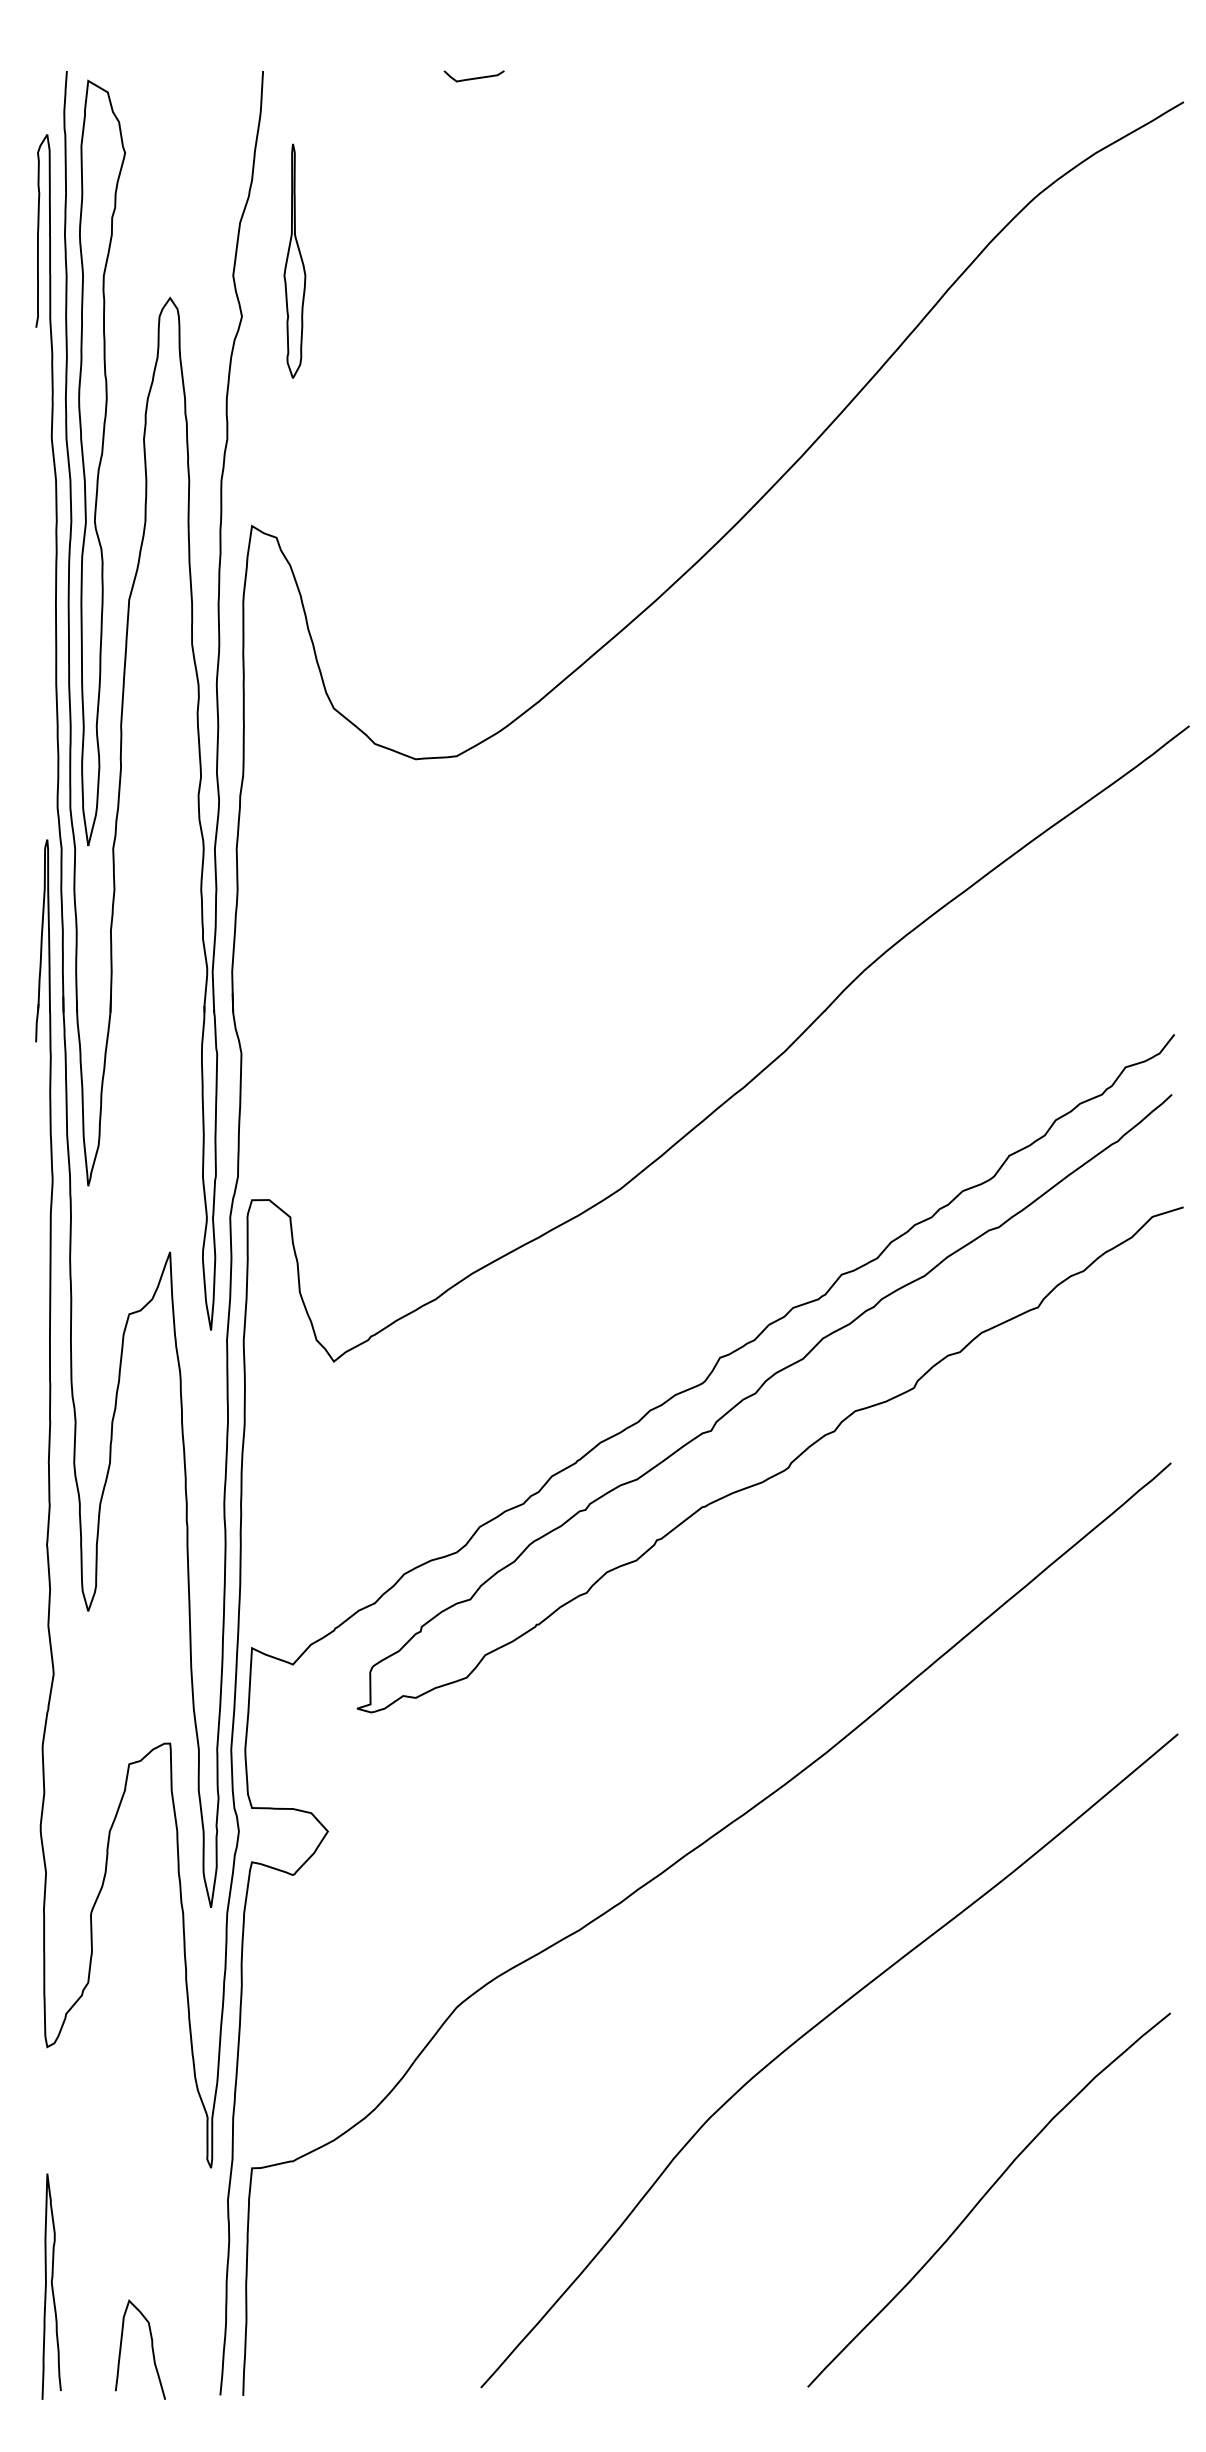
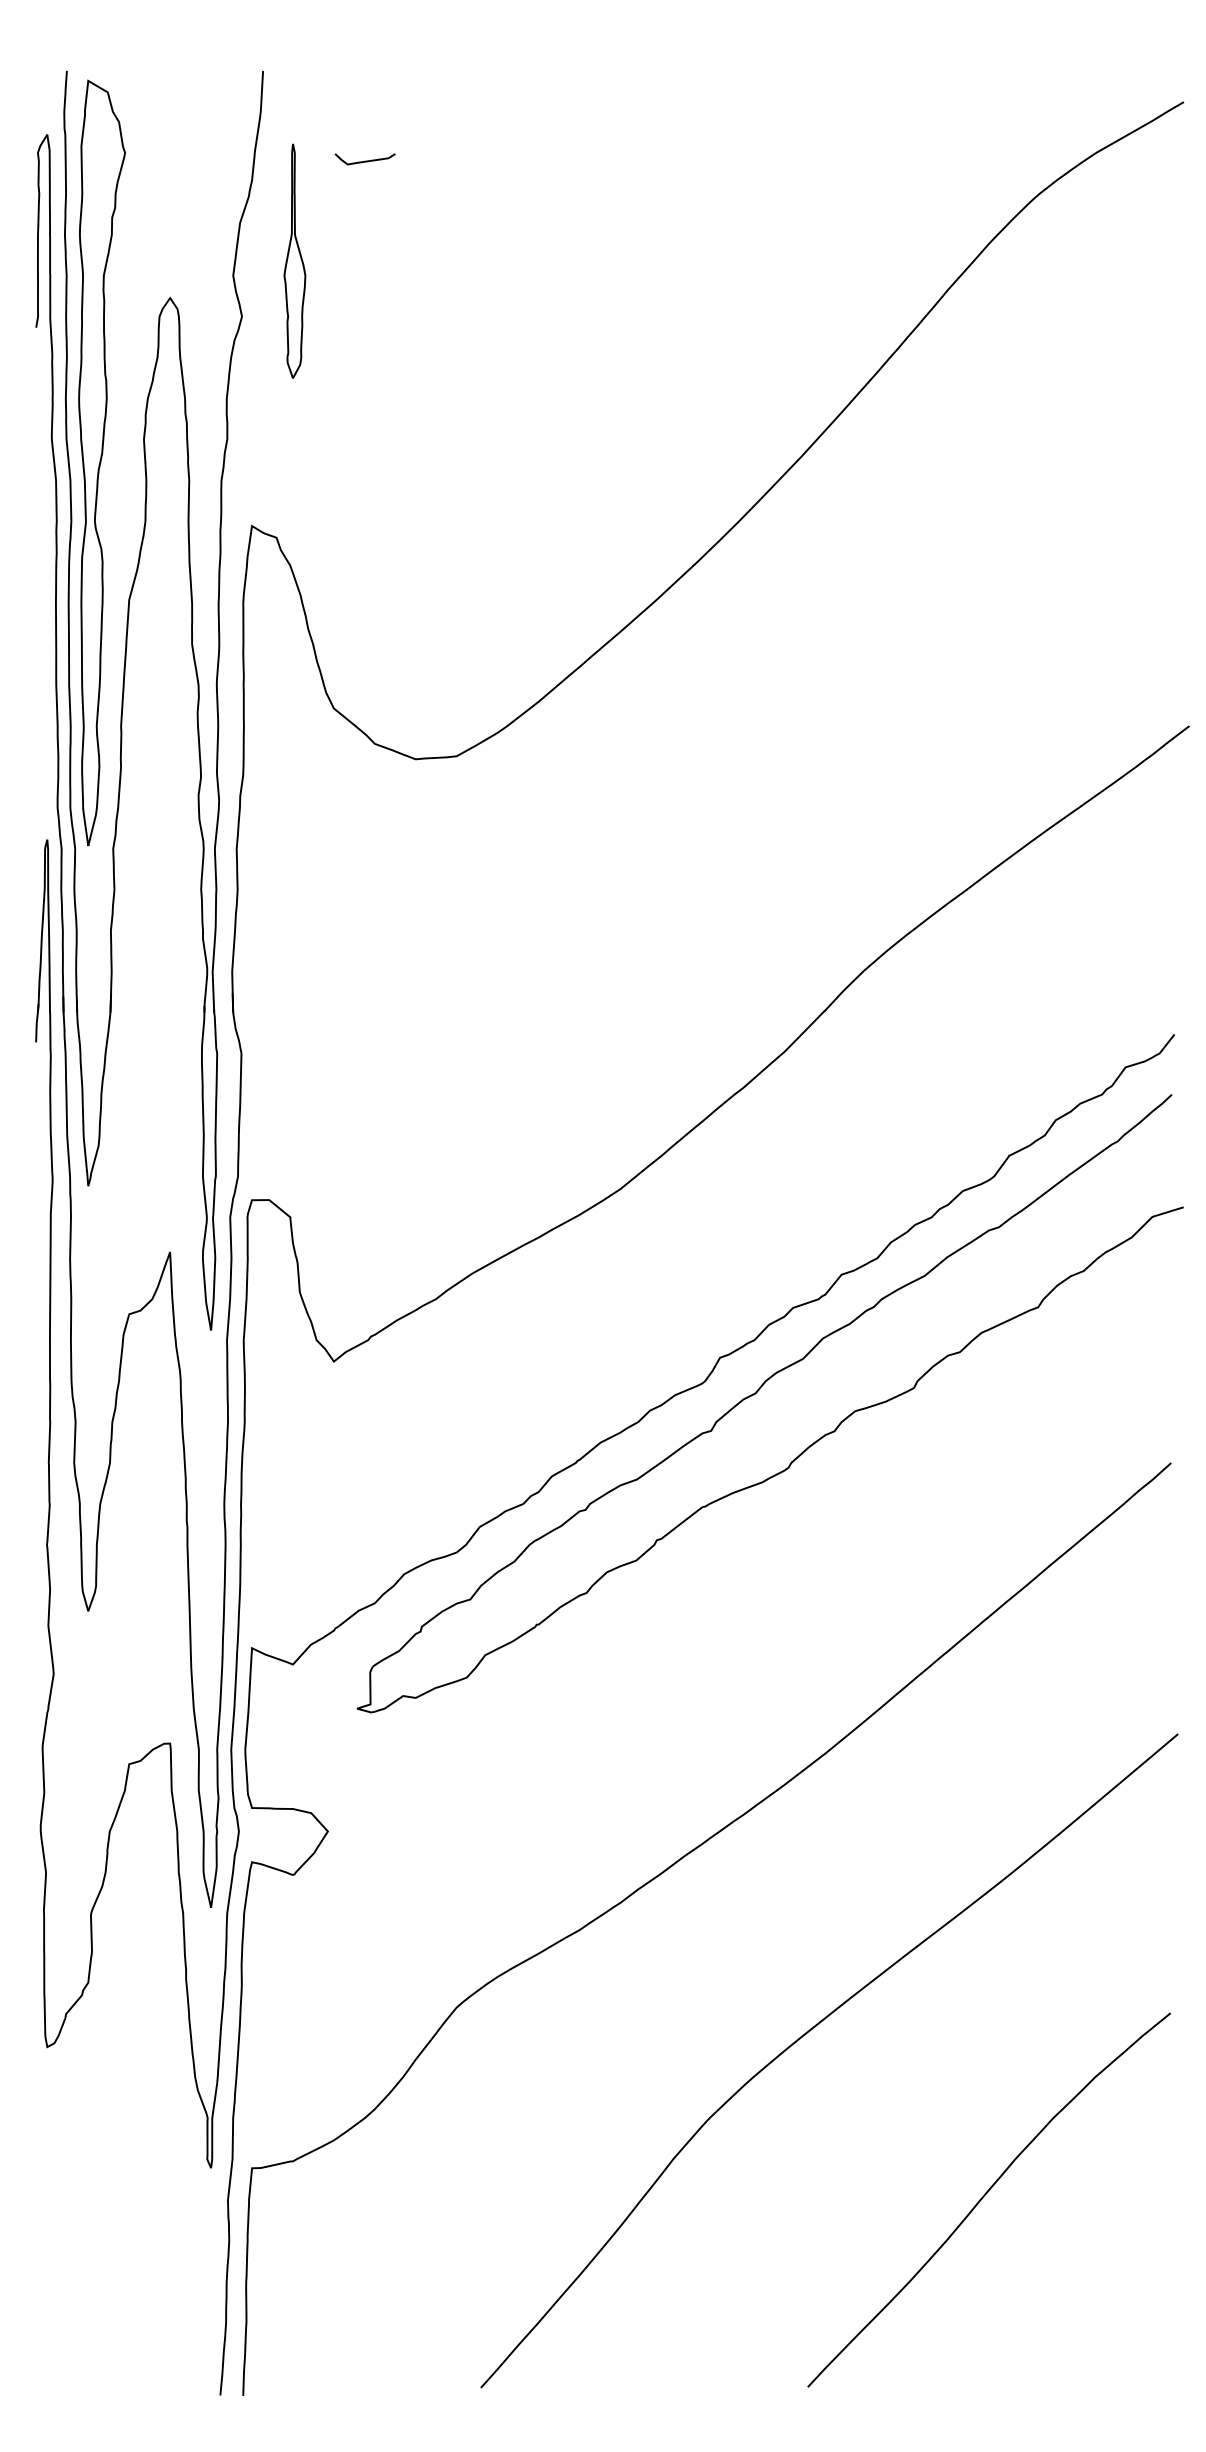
curve at (473, 77) position: (473, 77) -> (364, 160)
curve at (51, 2286): present -> none
curve at (151, 2348): present -> none
